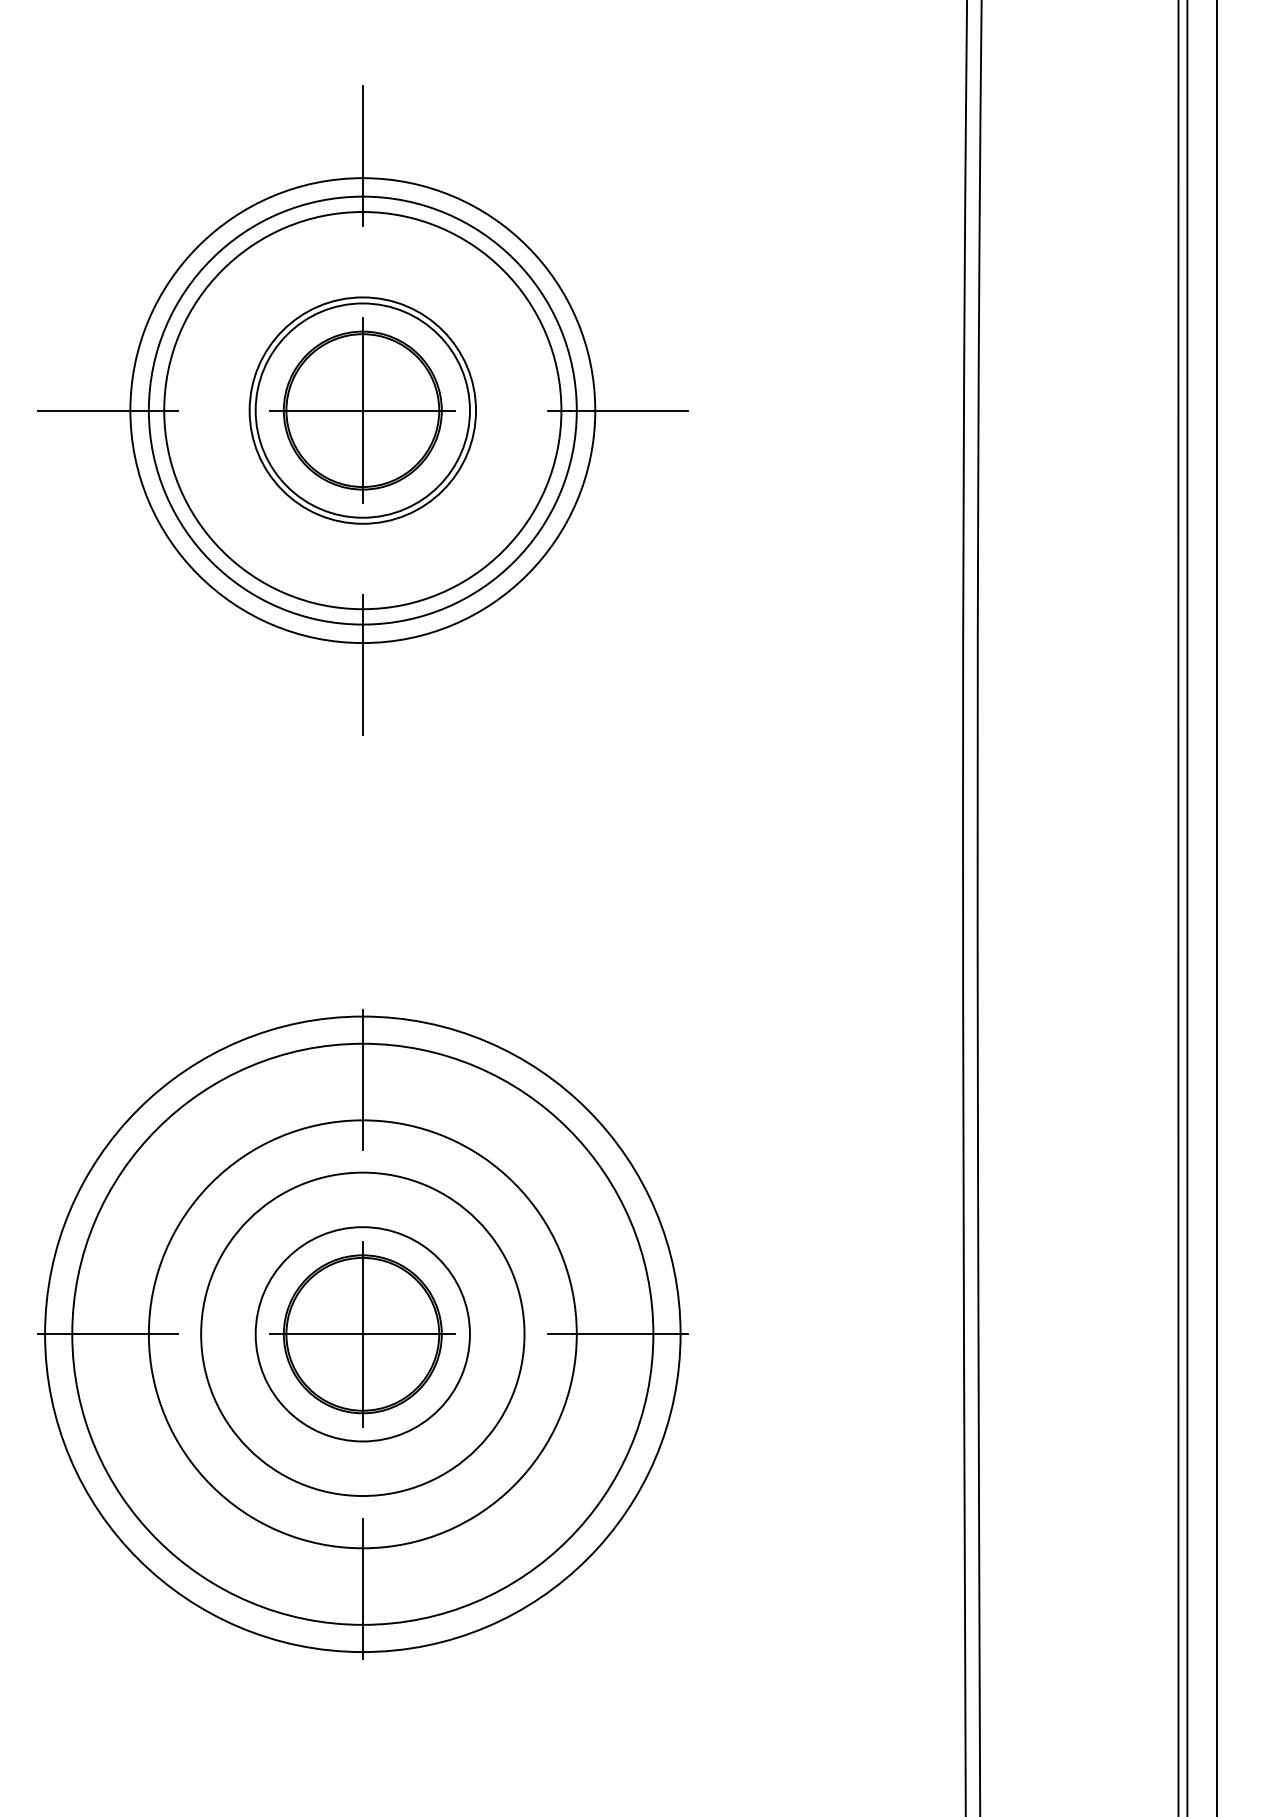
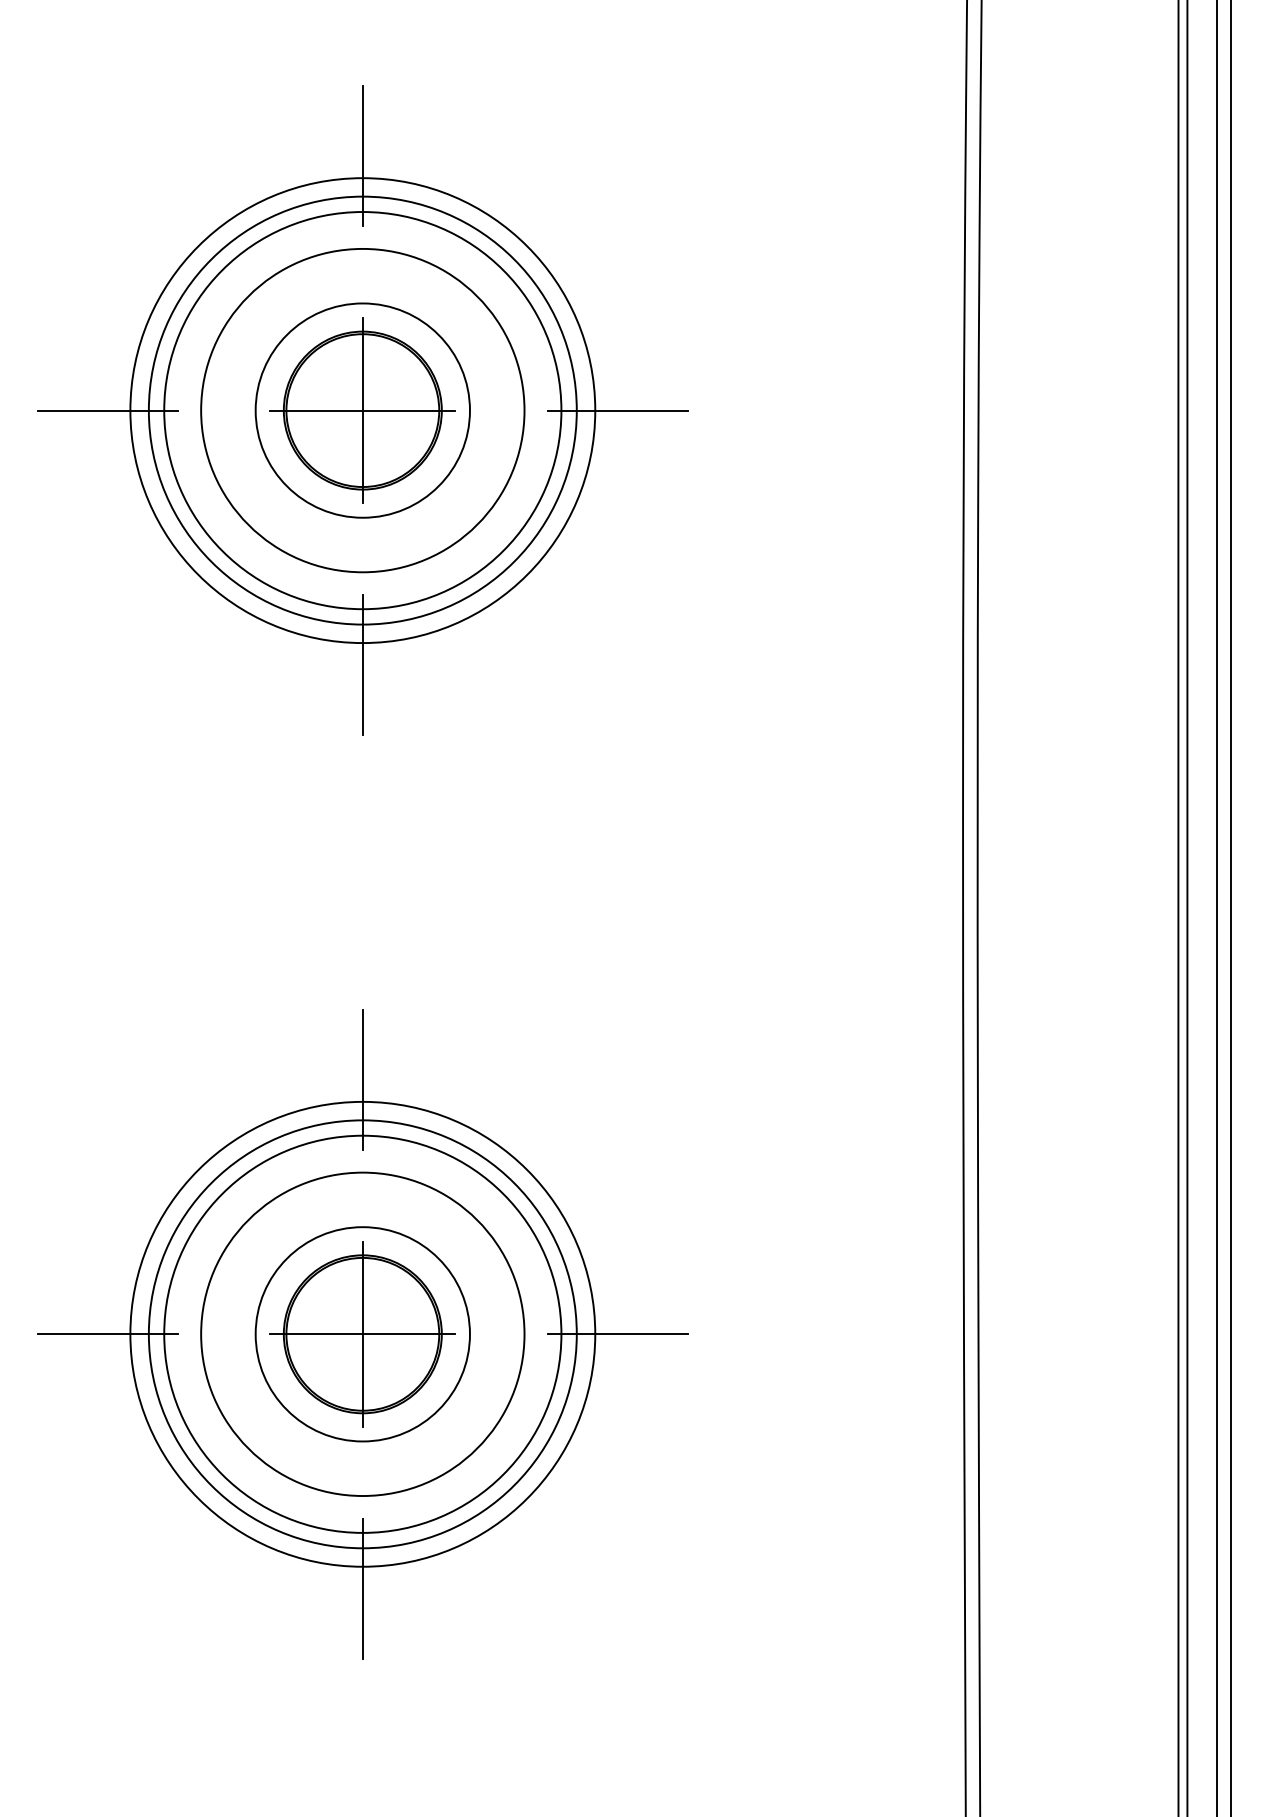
circle at (362, 410) diameter: 226 px -> 323 px
line at (1230, 907): none -> present
circle at (362, 1333) diameter: 581 px -> 465 px
circle at (362, 1334) diameter: 636 px -> 397 px
